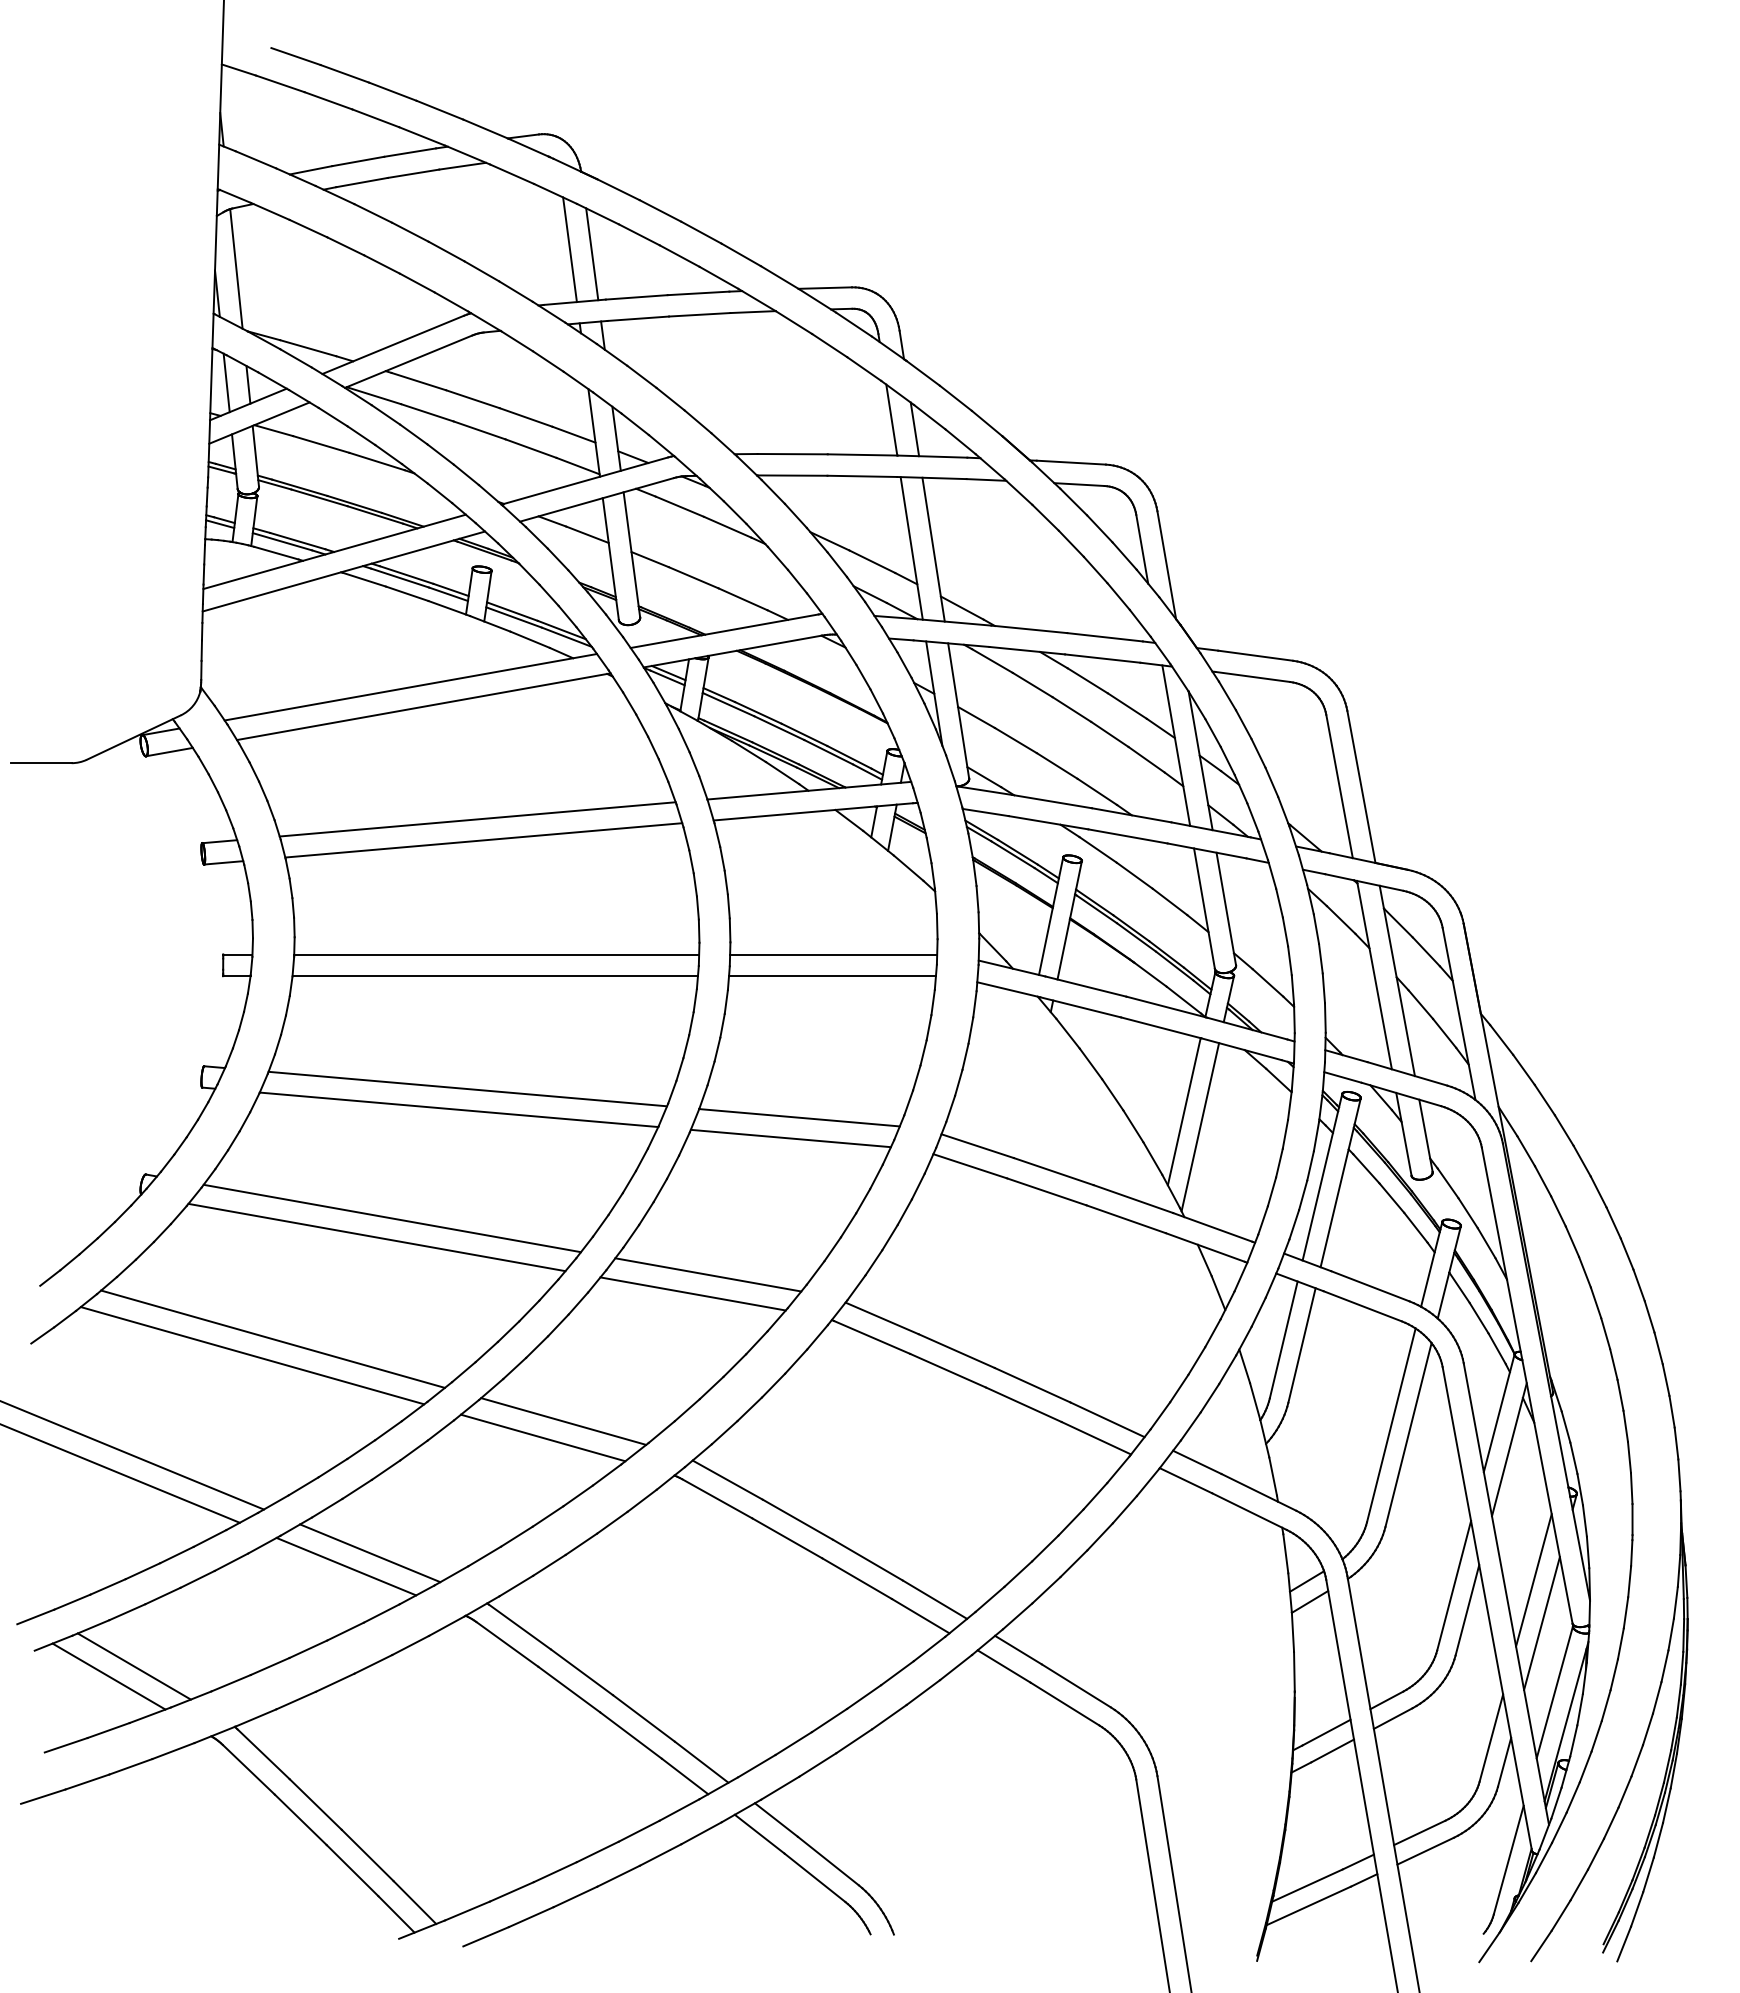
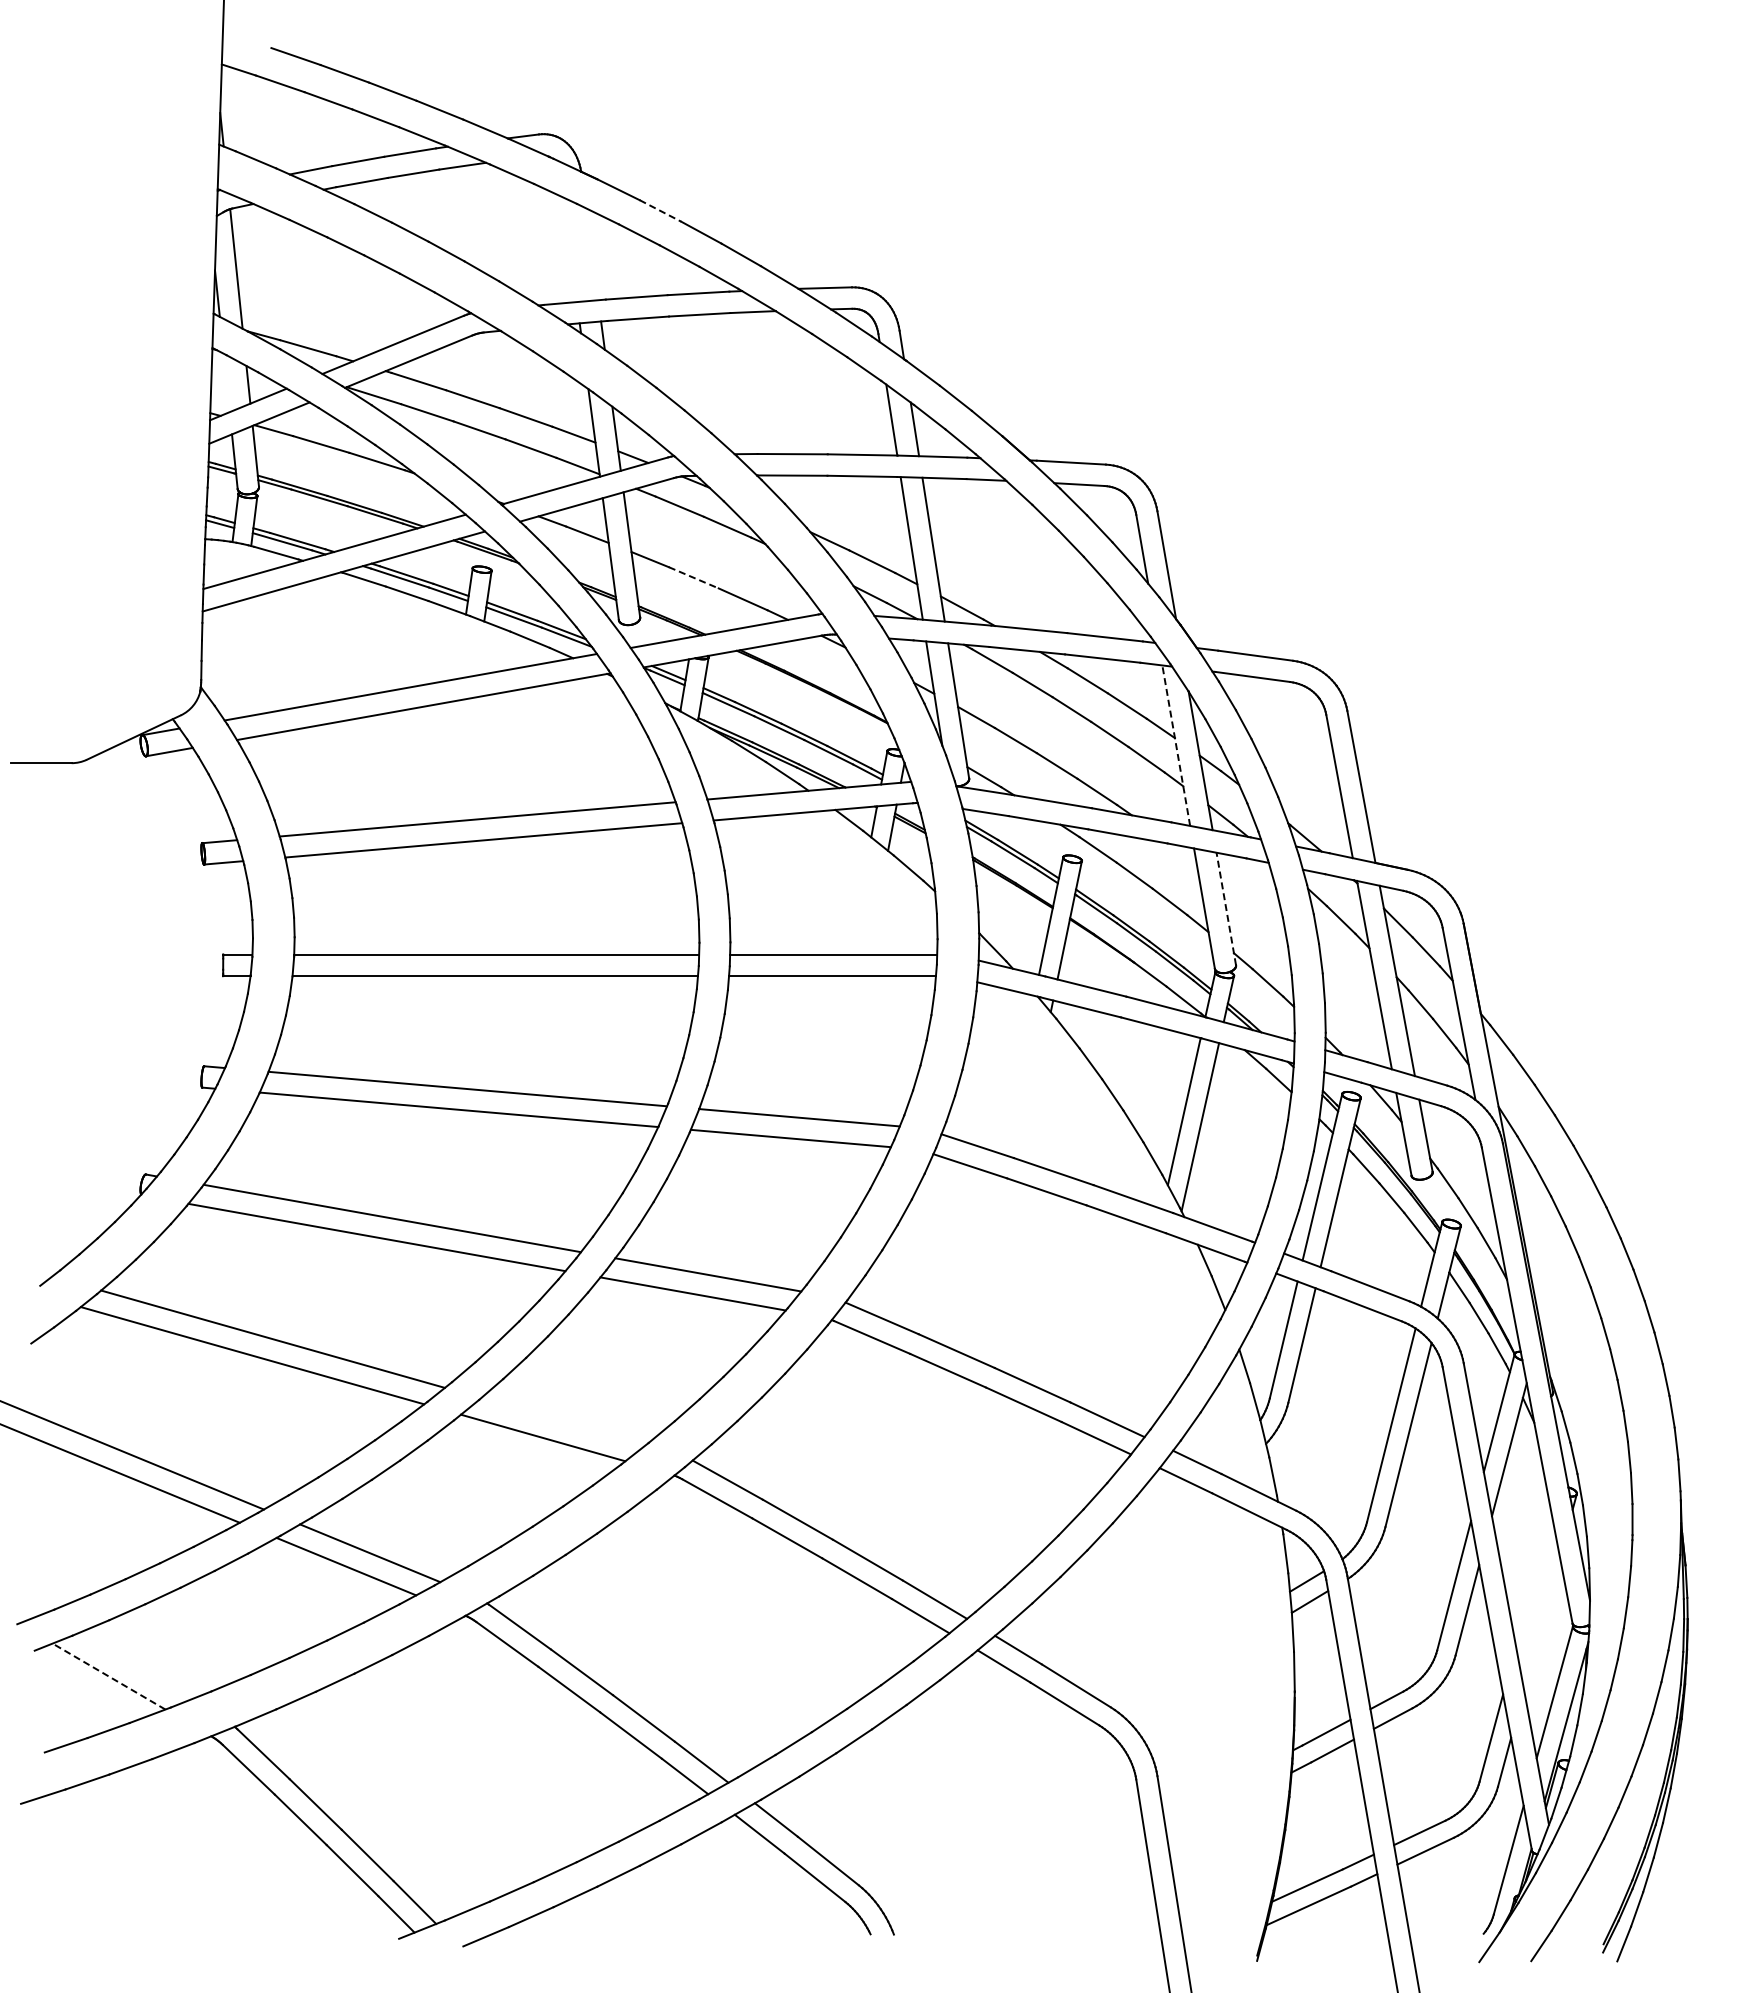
line at (660, 211): solid -> dashed
line at (569, 249): present -> none
line at (592, 254): present -> none
line at (226, 382): present -> none
line at (694, 578): solid -> dashed
line at (1176, 745): solid -> dashed
line at (1226, 908): solid -> dashed
line at (563, 1421): present -> none
line at (1533, 1580): present -> none
line at (1541, 1623): present -> none
line at (133, 1666): present -> none
line at (108, 1676): solid -> dashed
